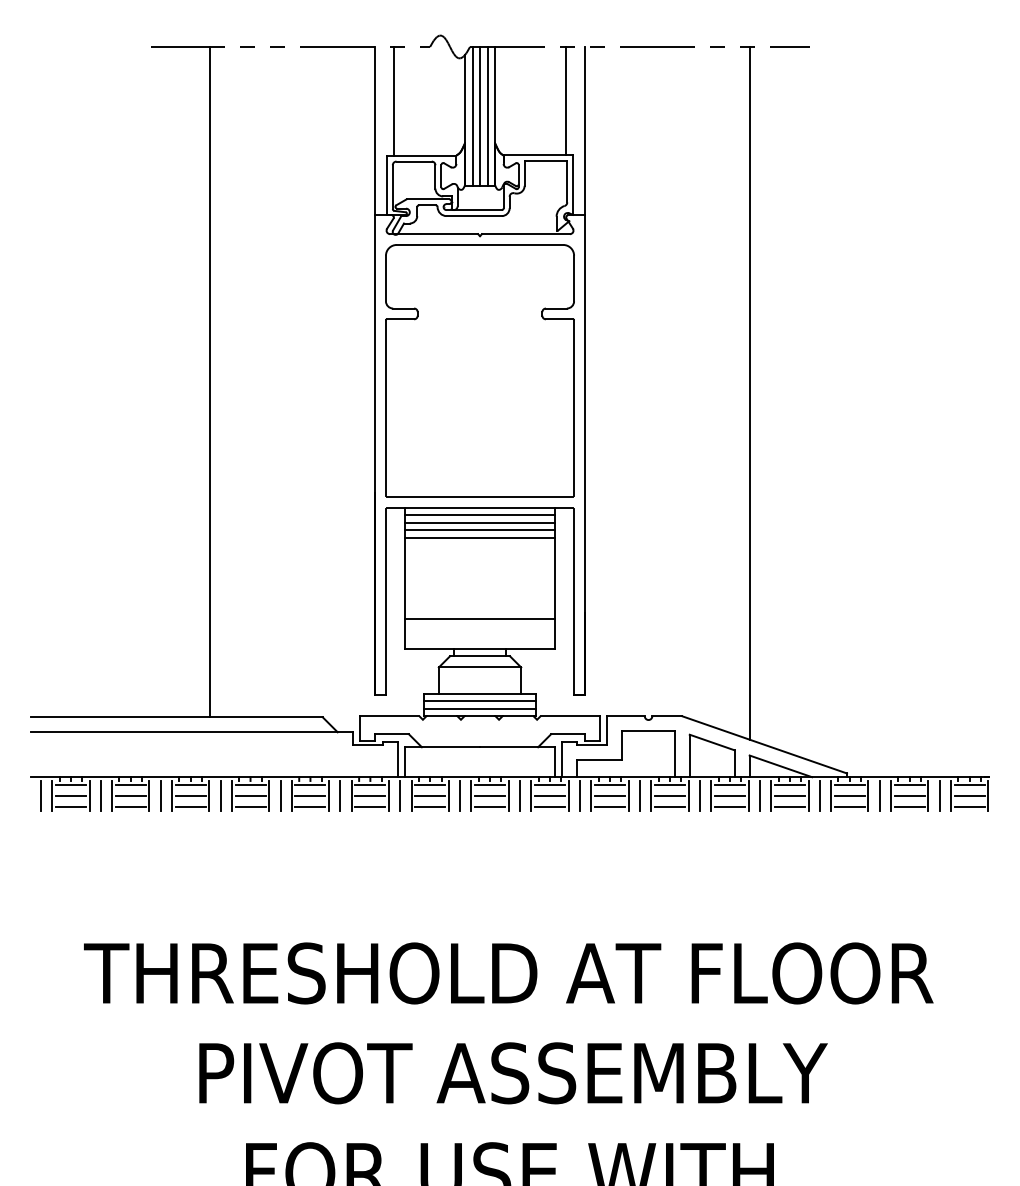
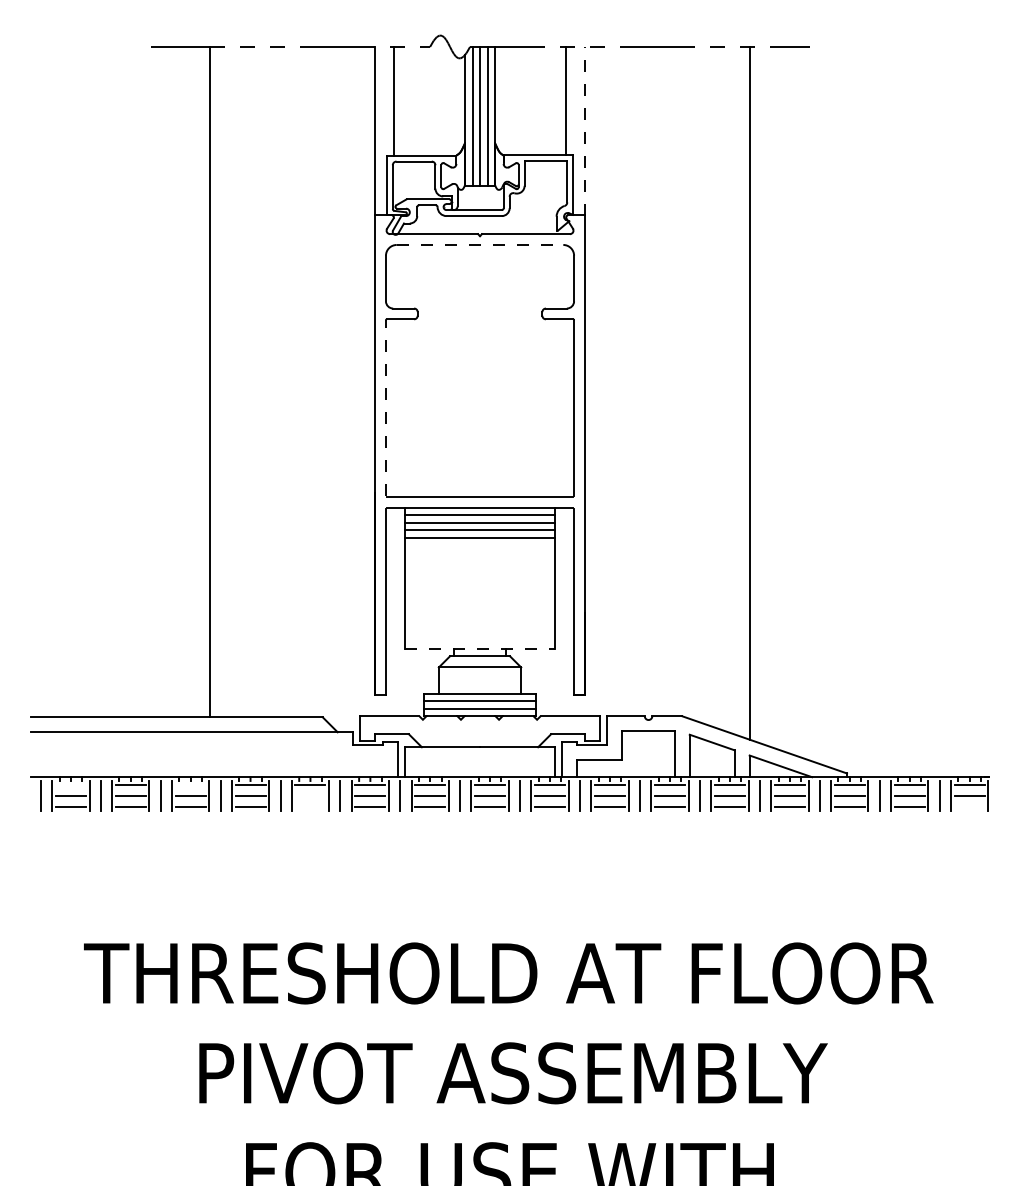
line at (584, 130): solid -> dashed
line at (480, 244): solid -> dashed
line at (385, 408): solid -> dashed
line at (479, 618): present -> none
line at (480, 648): solid -> dashed
line at (70, 784): present -> none
line at (190, 784): present -> none
line at (310, 795): present -> none
line at (310, 807): present -> none
line at (969, 807): present -> none
